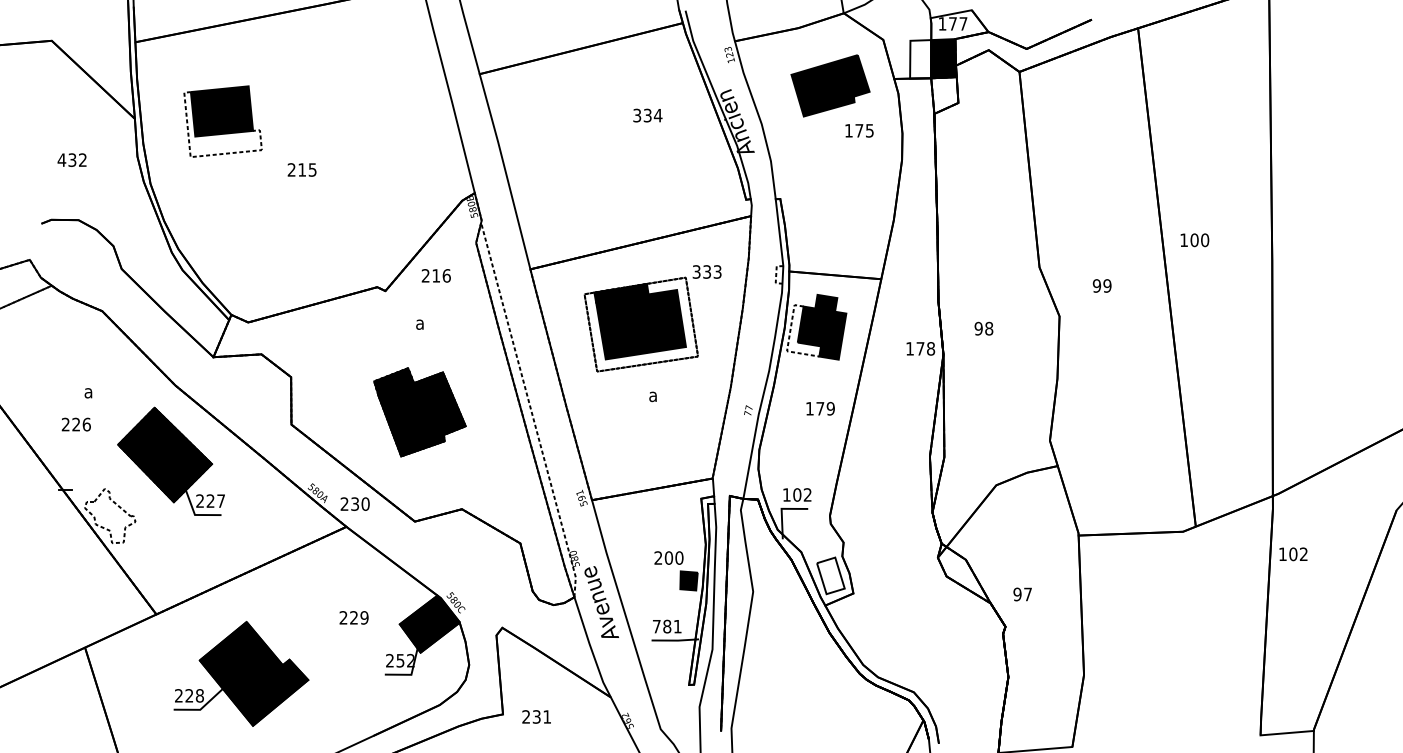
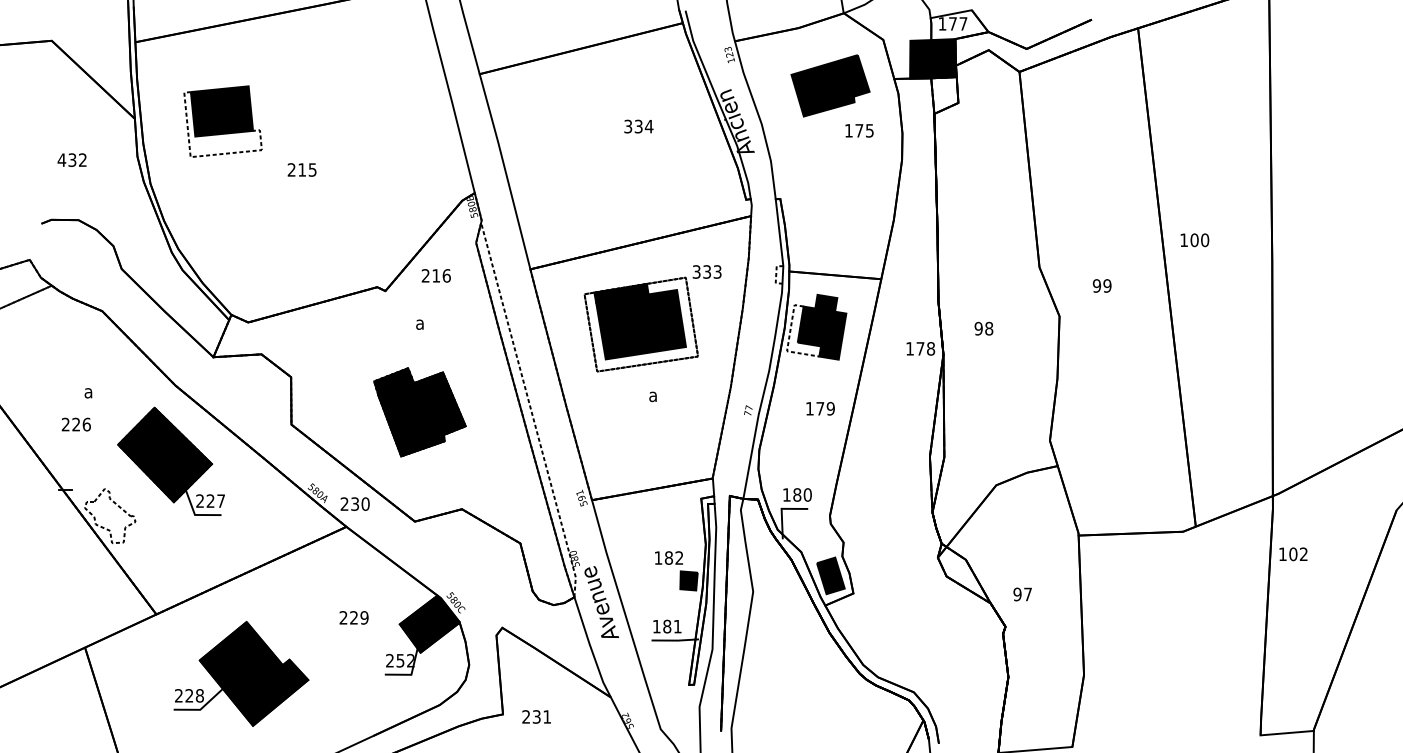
fill at (920, 59): none -> present
text at (647, 115) position: (647, 115) -> (638, 126)
text at (802, 494): 102 -> 180
text at (668, 557): 200 -> 182
fill at (830, 575): none -> present
text at (656, 626): 781 -> 181
